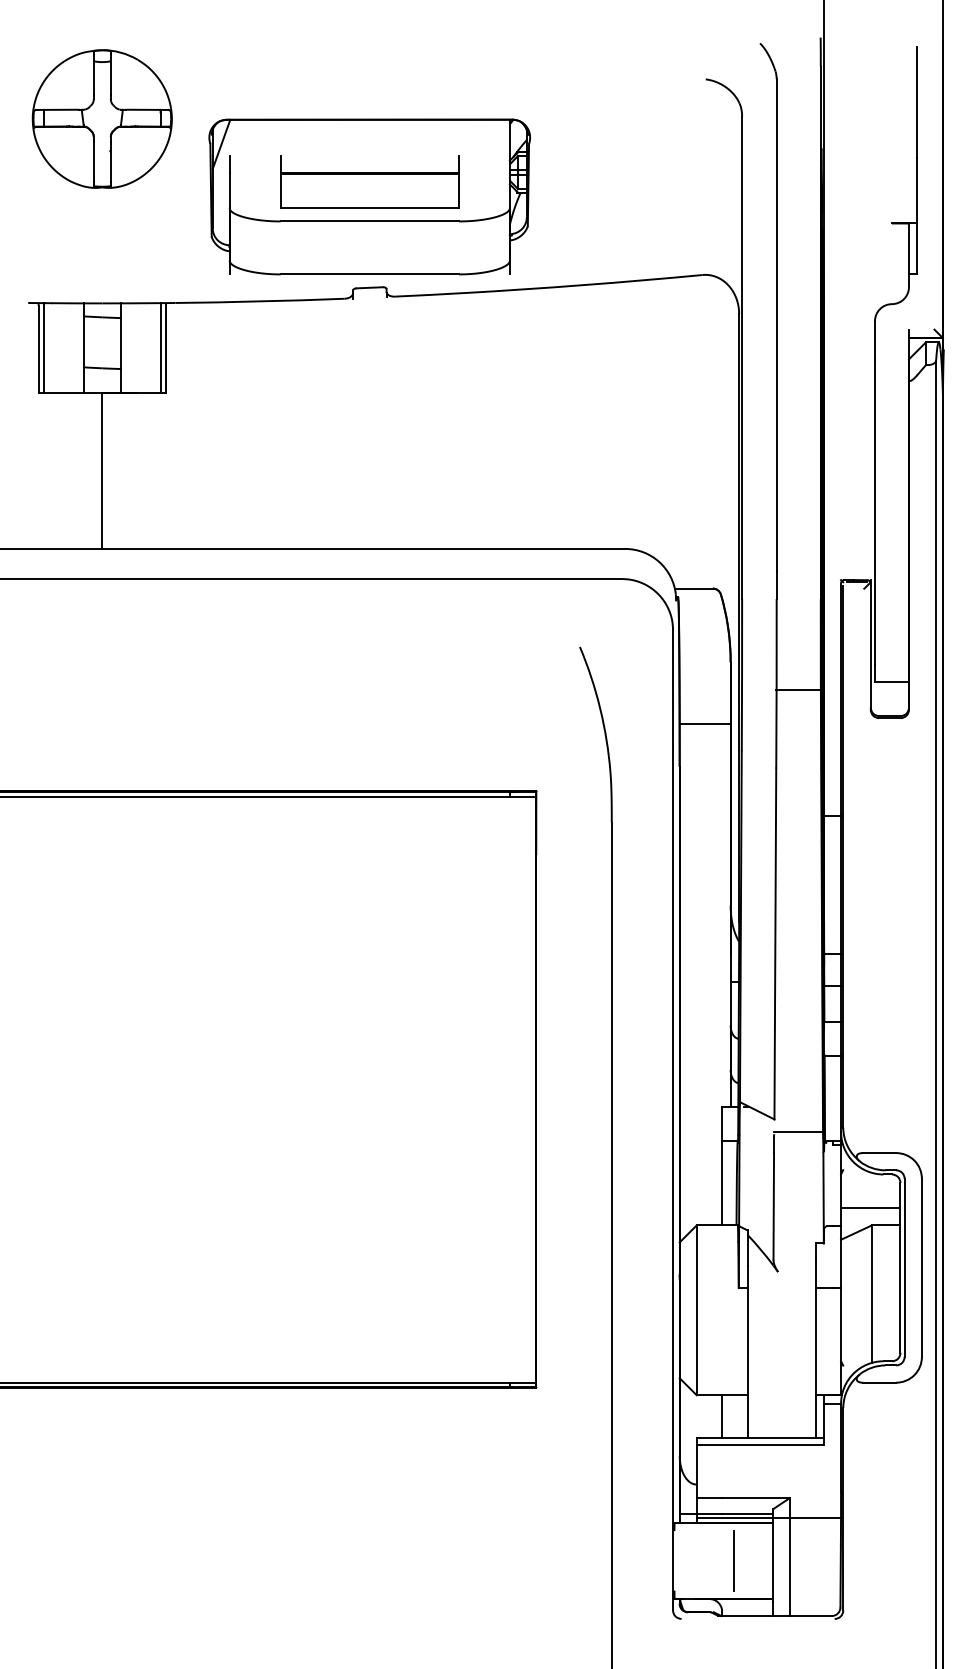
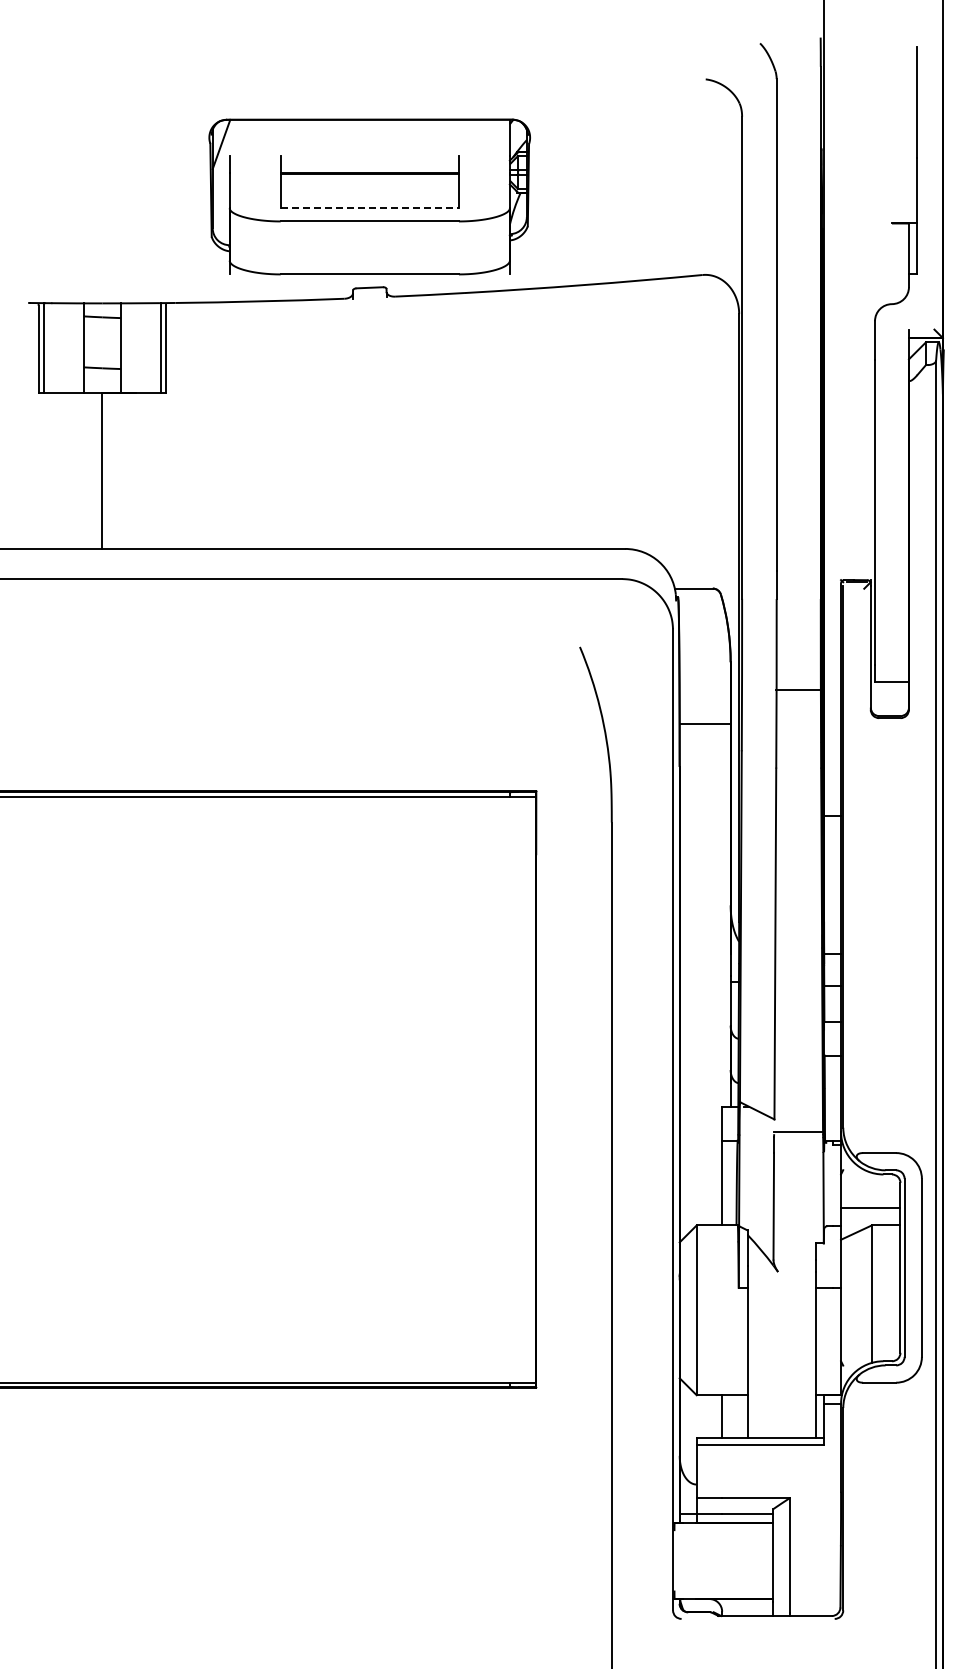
part at (101, 118): present -> none
line at (370, 208): solid -> dashed
line at (768, 1518): present -> none
line at (733, 1560): present -> none
